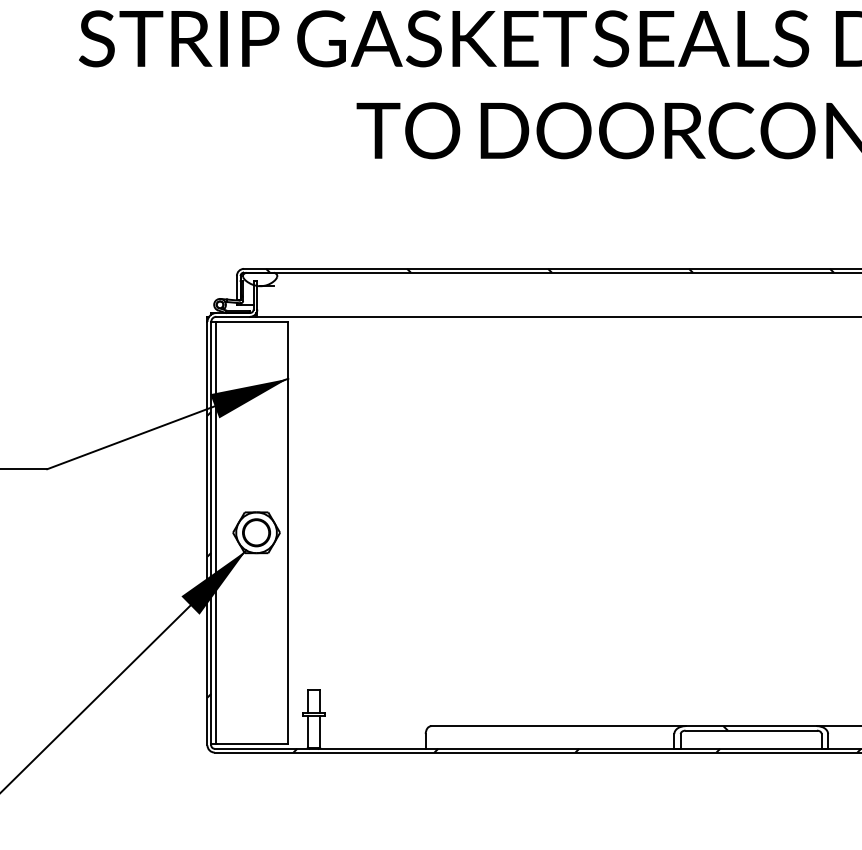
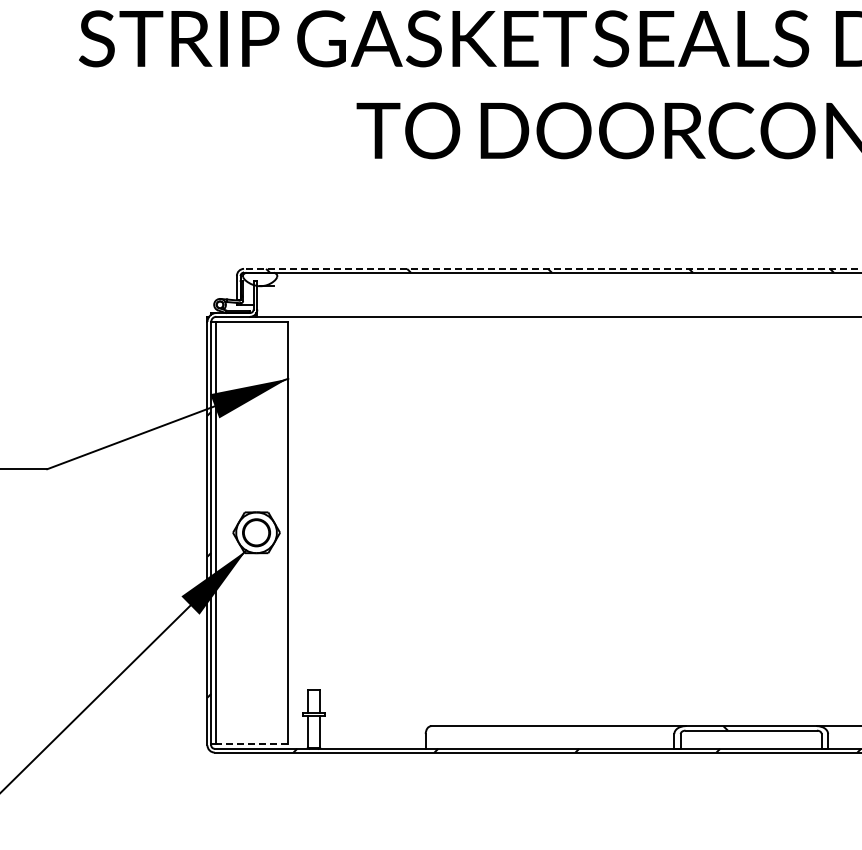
line at (552, 268): solid -> dashed
line at (252, 743): solid -> dashed
